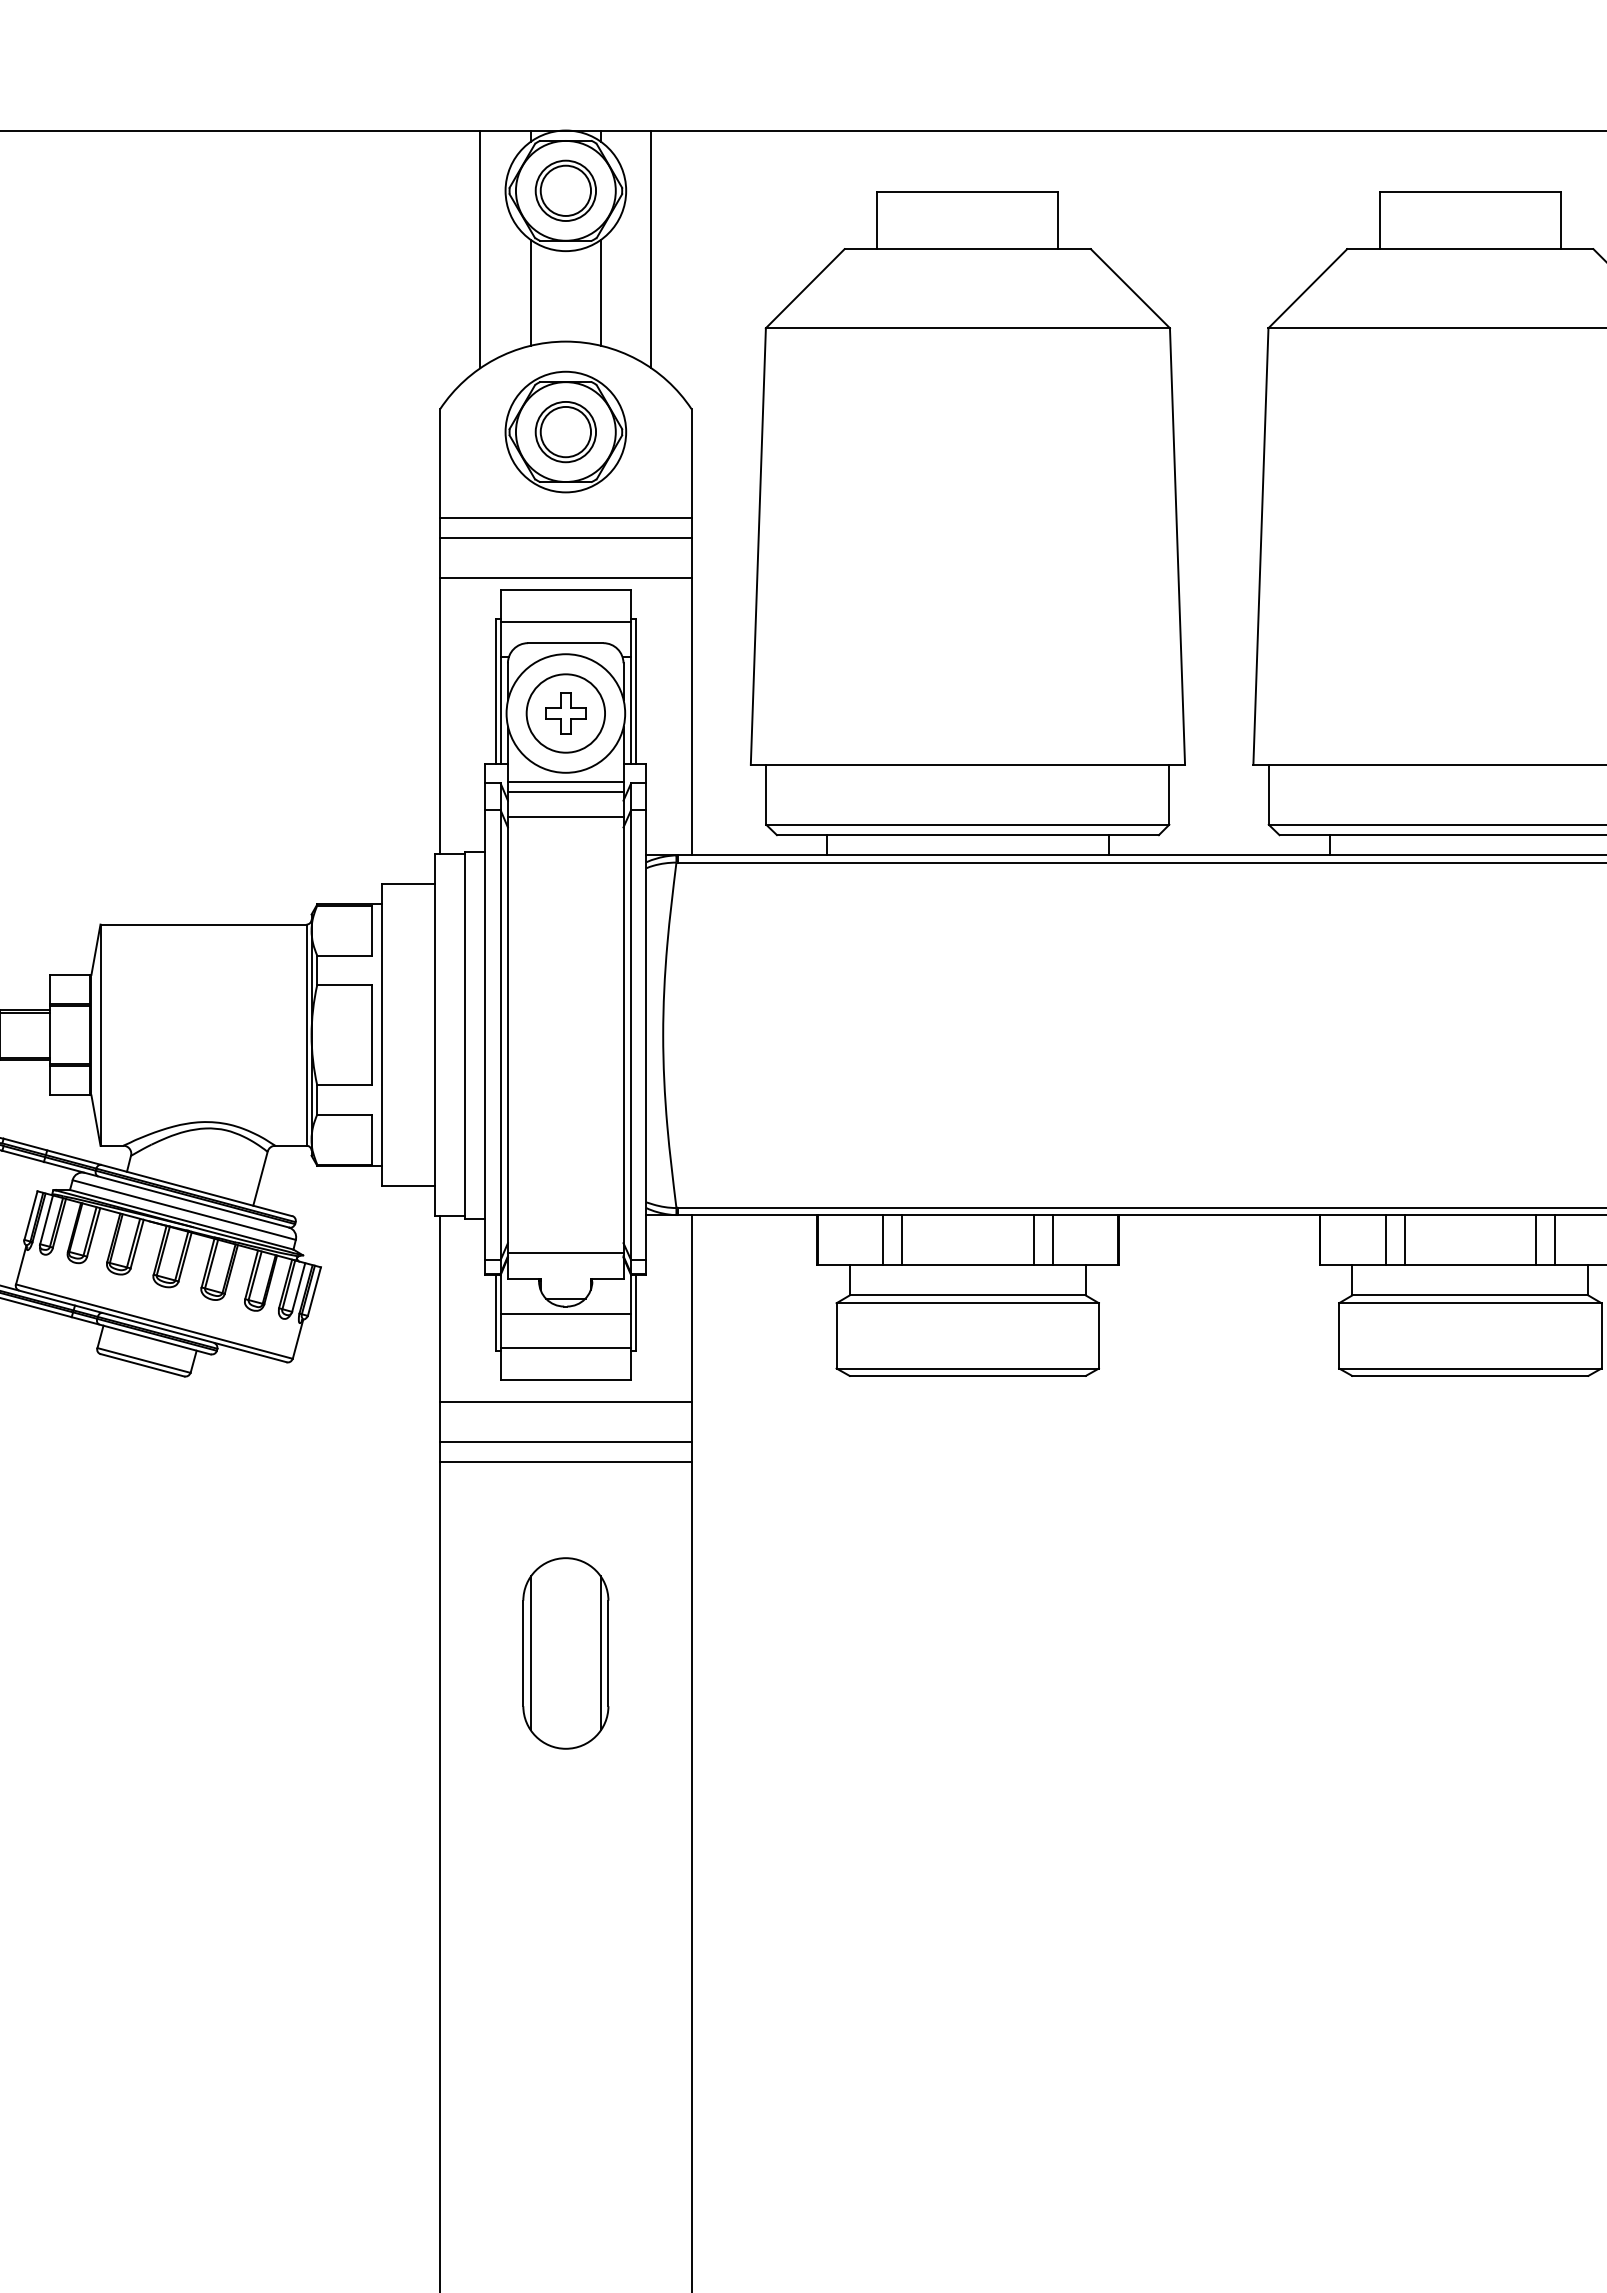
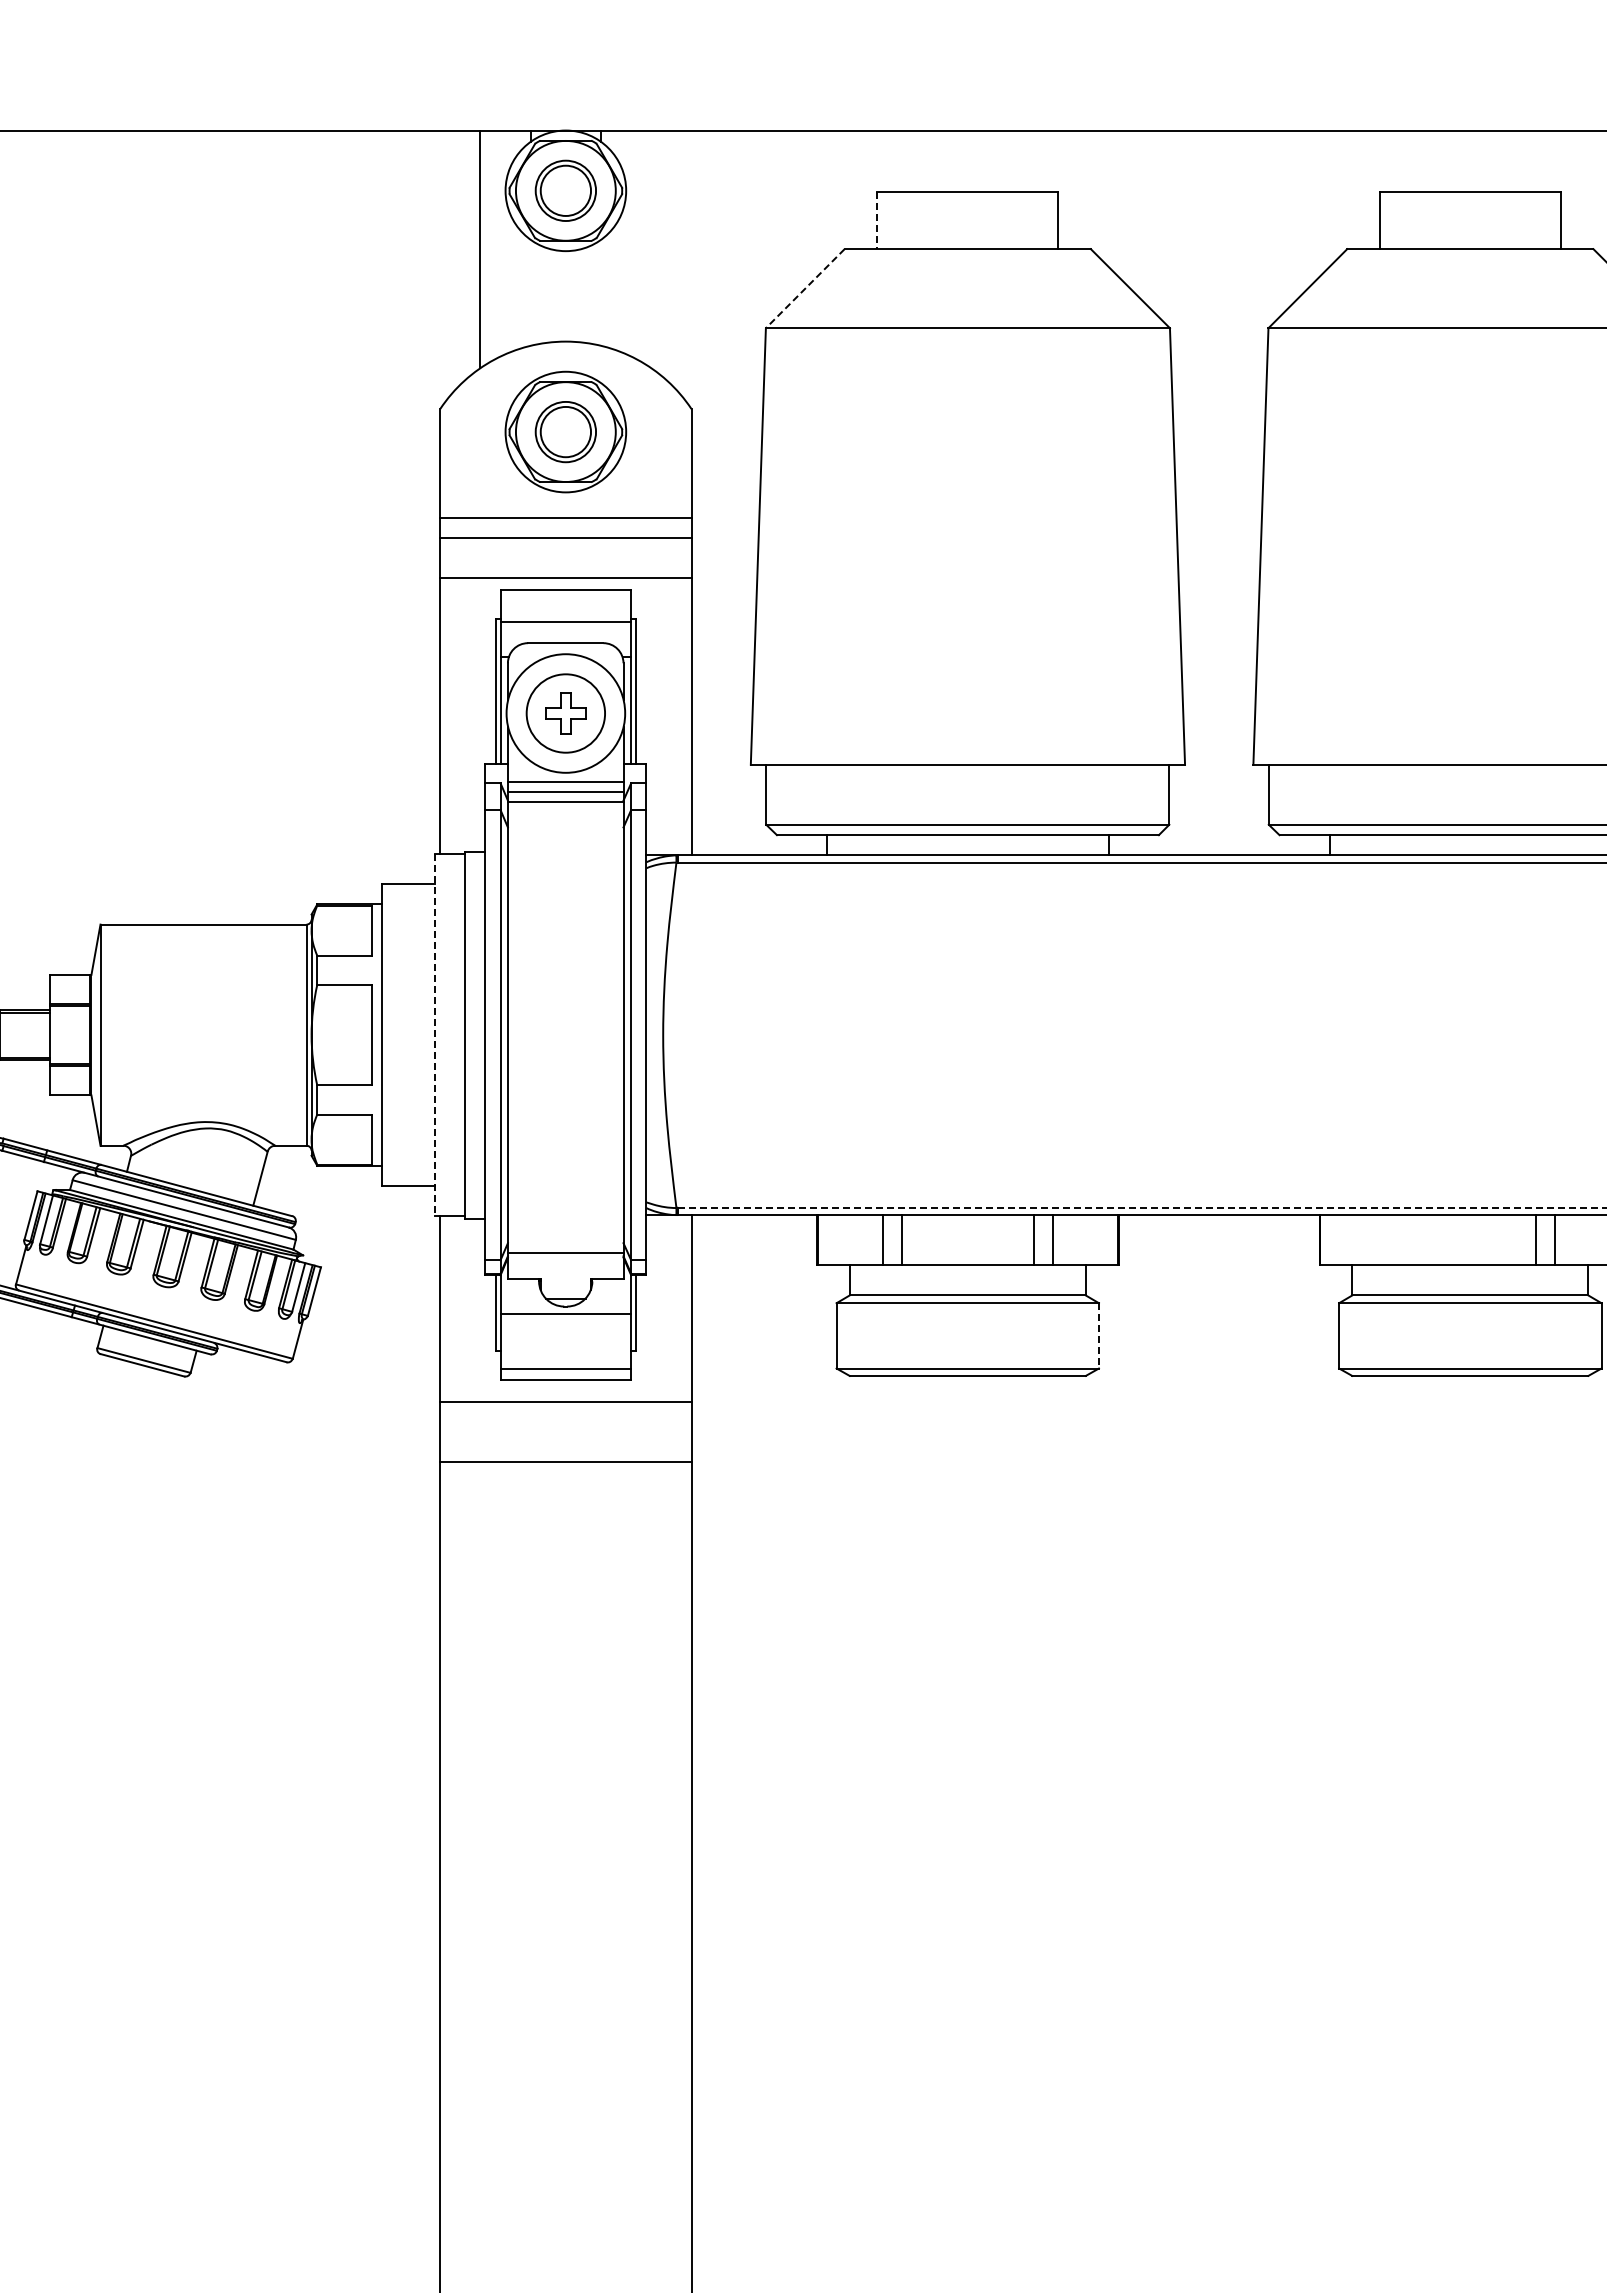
line at (877, 220): solid -> dashed
line at (651, 249): present -> none
line at (805, 288): solid -> dashed
line at (530, 292): present -> none
line at (601, 292): present -> none
line at (565, 817) position: (565, 817) -> (565, 802)
line at (435, 1035): solid -> dashed
line at (1142, 1208): solid -> dashed
line at (1385, 1240): present -> none
line at (1404, 1240): present -> none
line at (1098, 1335): solid -> dashed
line at (565, 1348) position: (565, 1348) -> (565, 1369)
line at (565, 1442): present -> none
part at (565, 1653): present -> none
